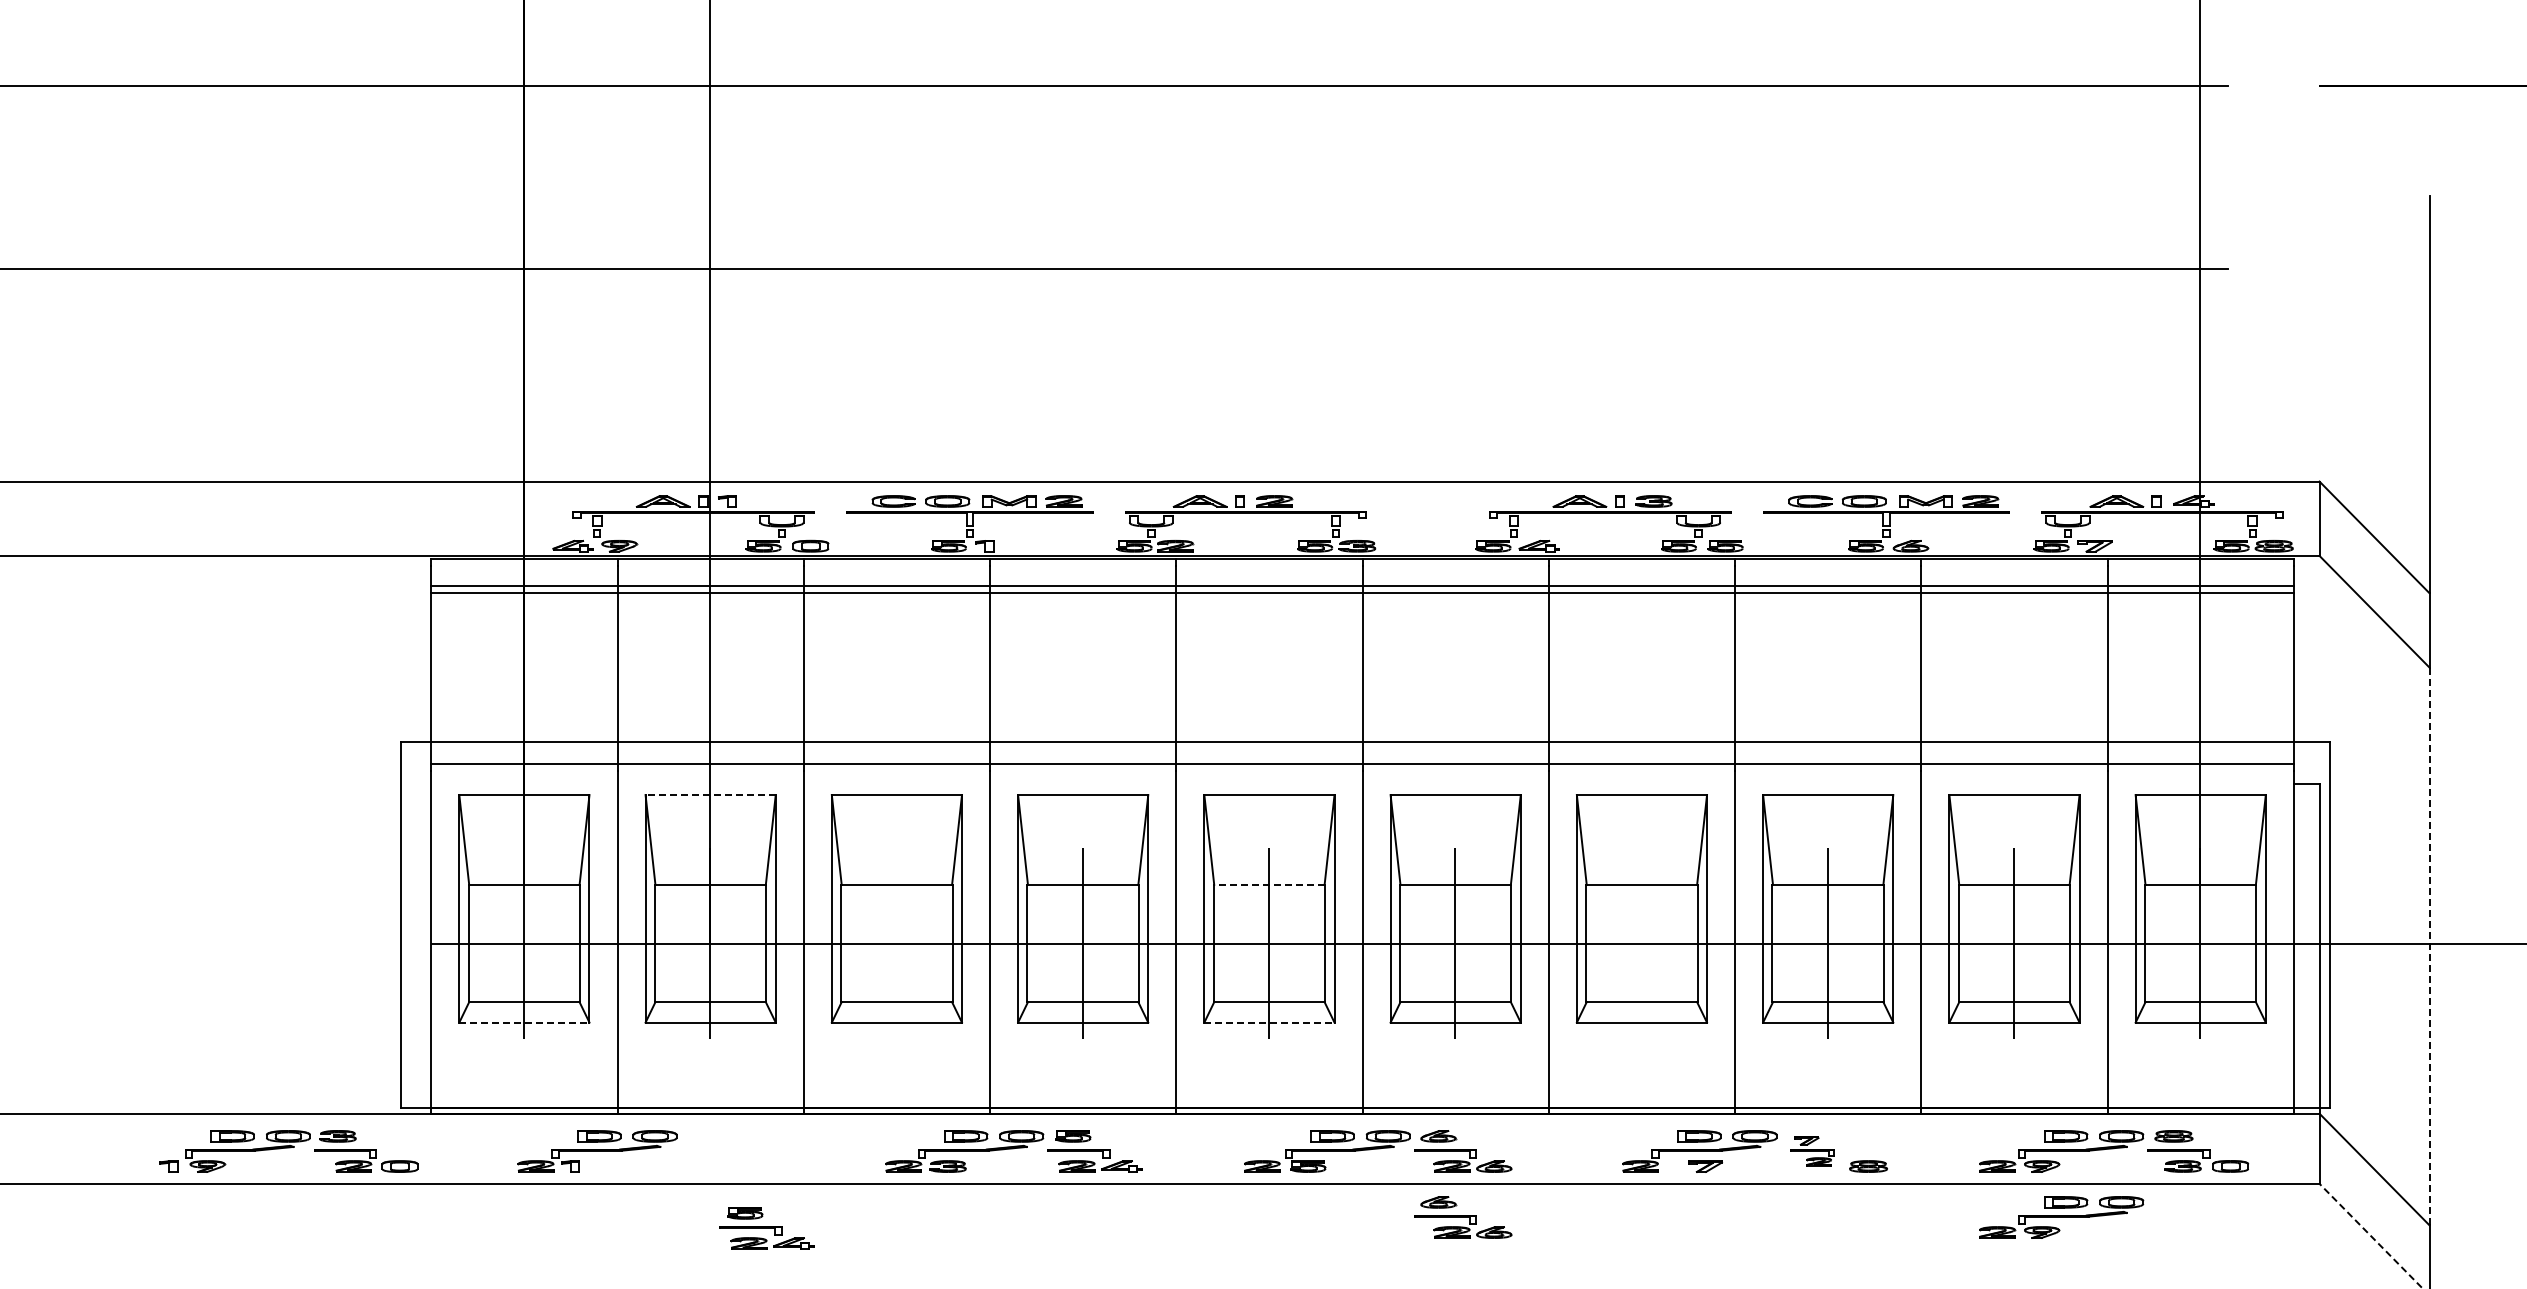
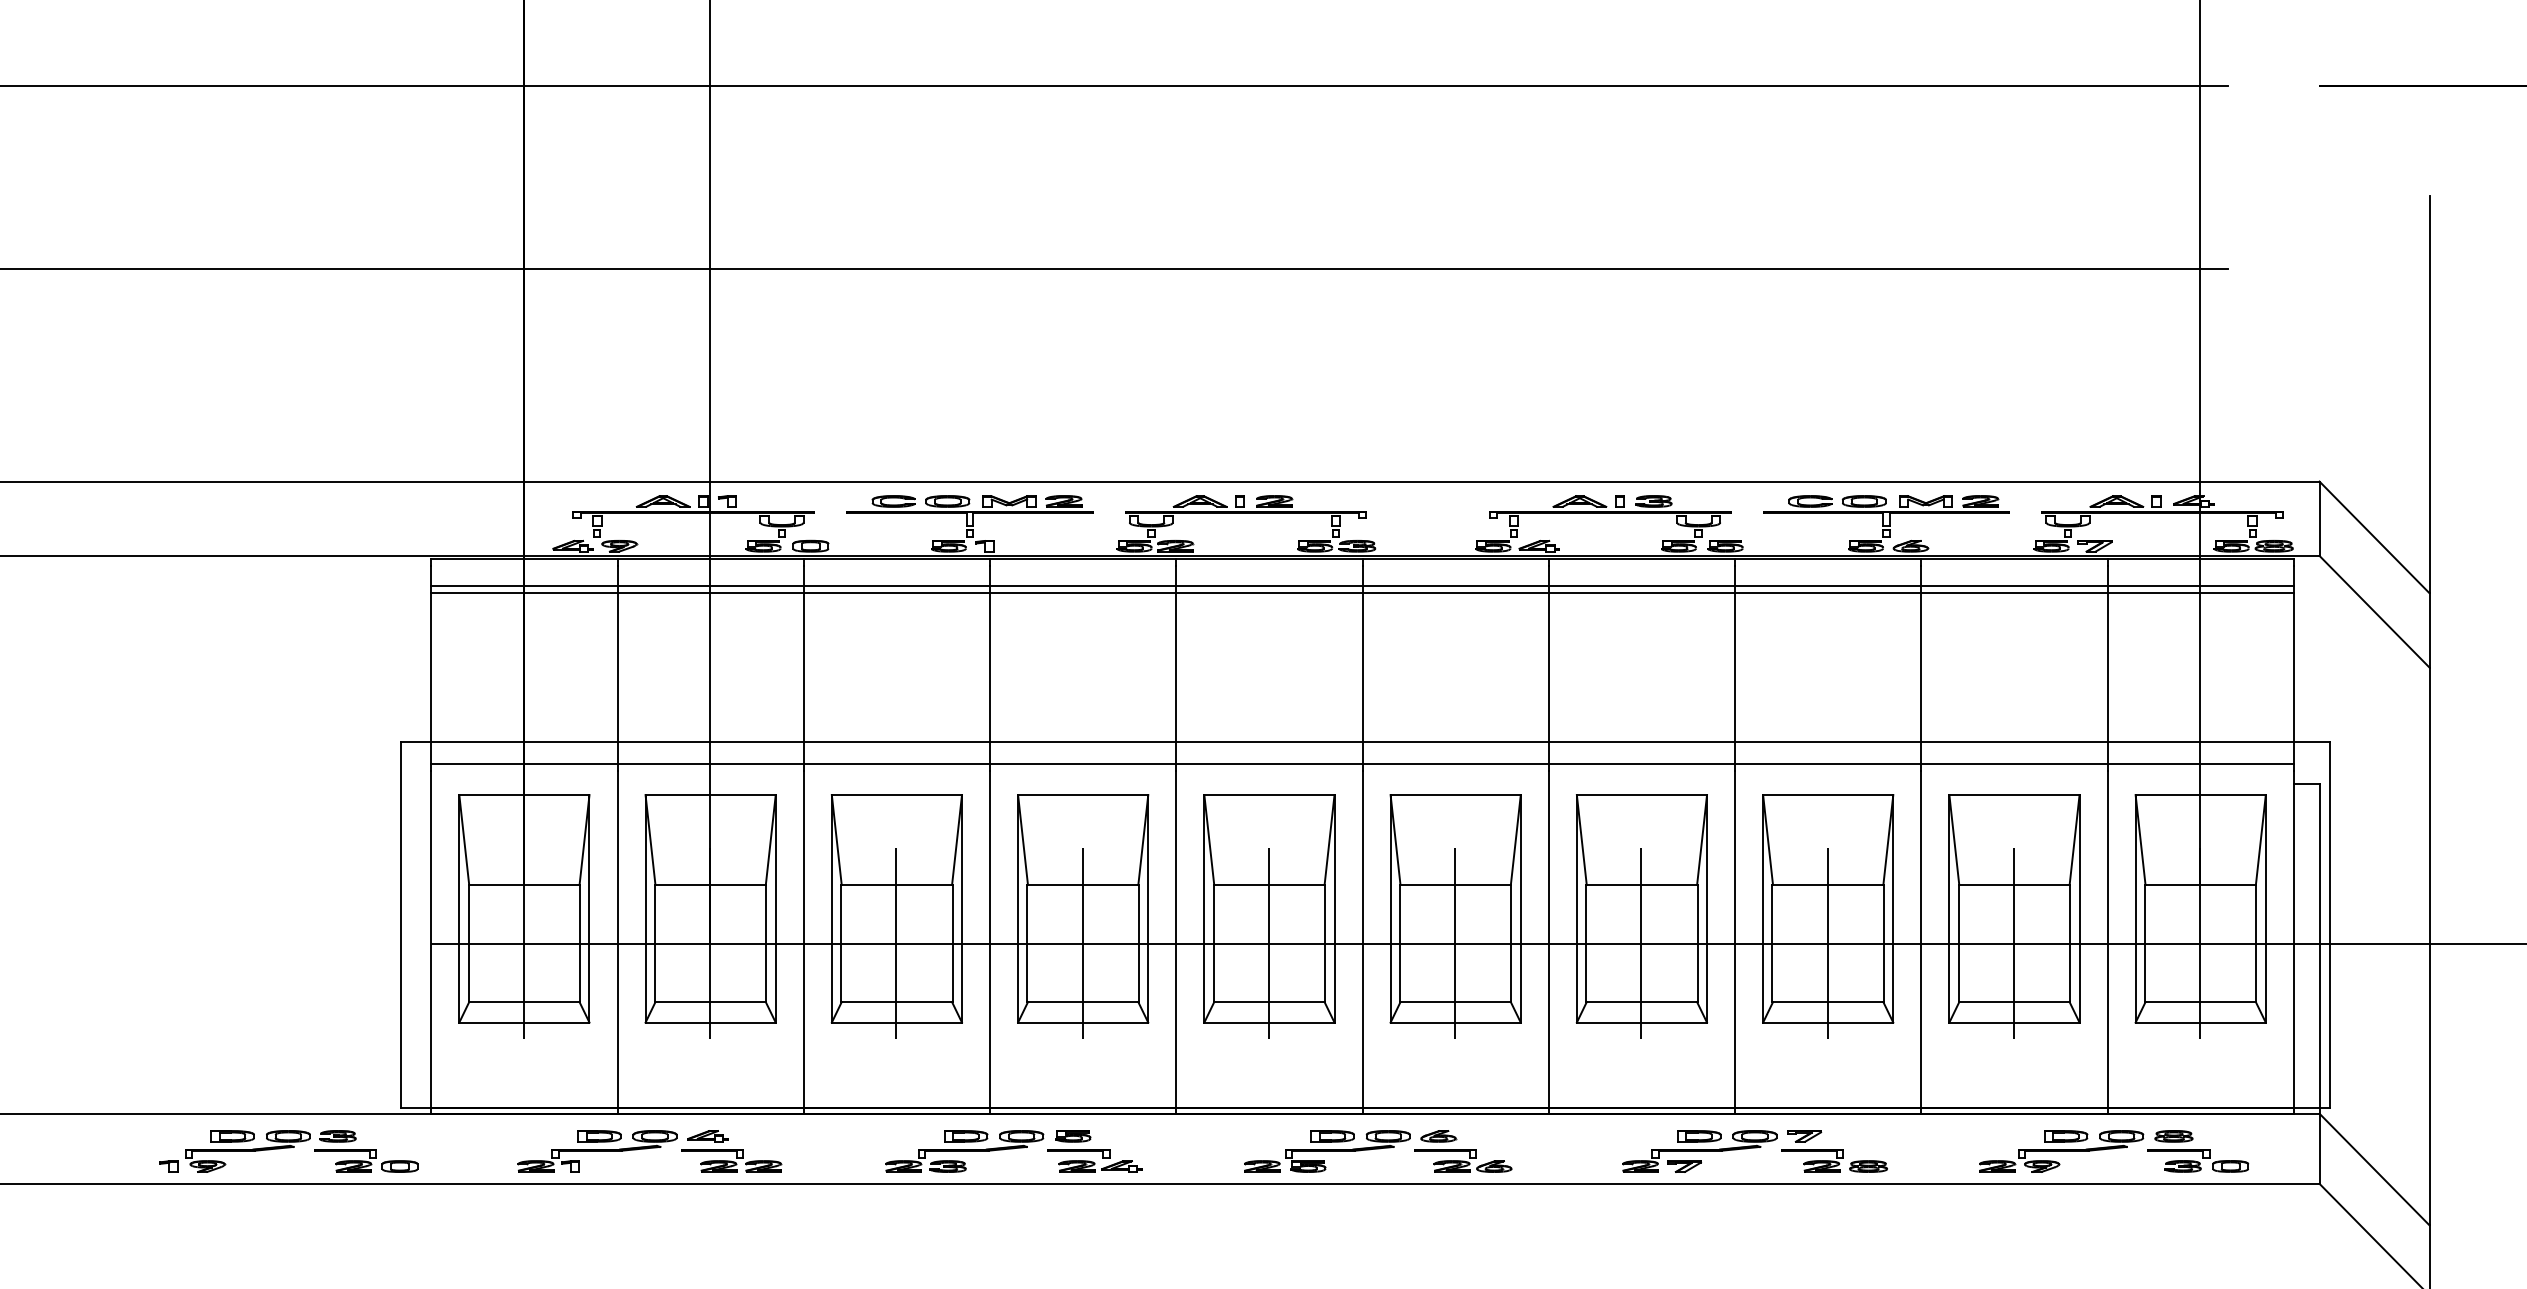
line at (710, 795): dashed -> solid
line at (1268, 884): dashed -> solid
line at (896, 943): none -> present
line at (1641, 943): none -> present
line at (2429, 946): dashed -> solid
line at (524, 1022): dashed -> solid
line at (1269, 1022): dashed -> solid
part at (731, 1151): none -> present
part at (1812, 1151) size: 45x31 px -> 63x43 px
part at (1705, 1166) position: (1705, 1166) -> (1684, 1166)
part at (1463, 1217): present -> none
part at (2061, 1217): present -> none
part at (766, 1228): present -> none
line at (2370, 1235): dashed -> solid
